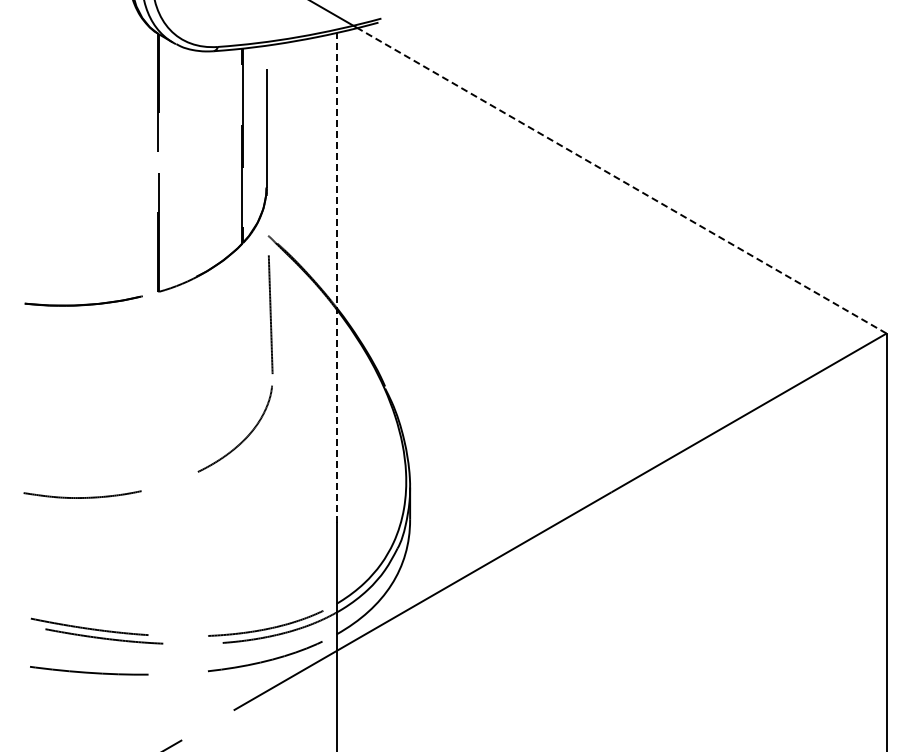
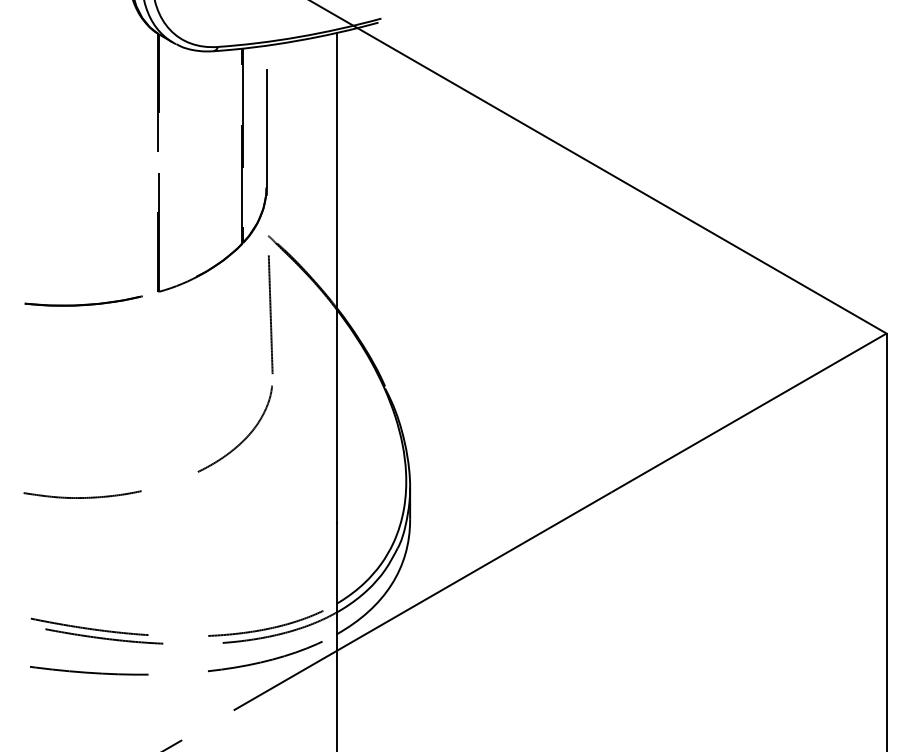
line at (621, 180): dashed -> solid
line at (336, 277): dashed -> solid
